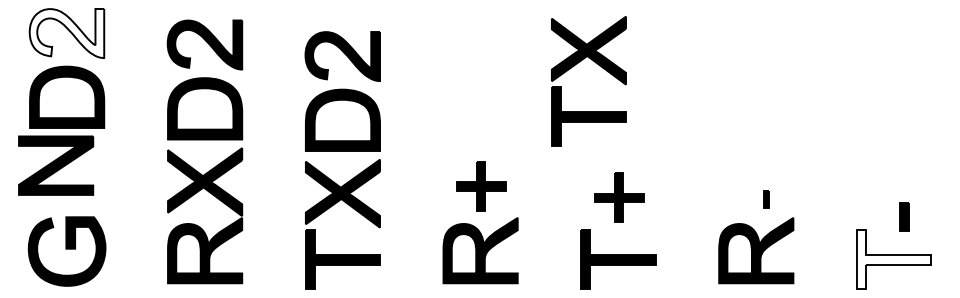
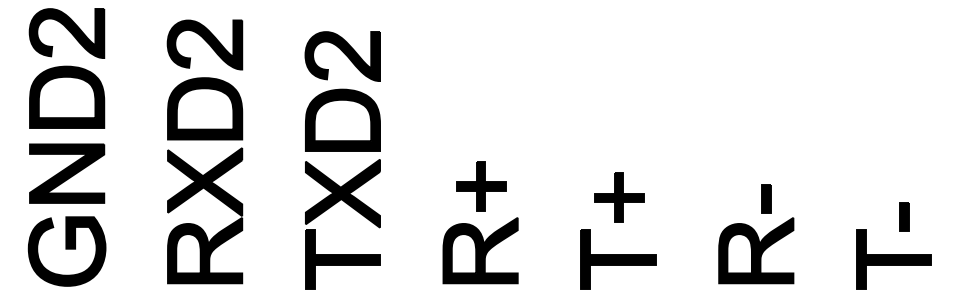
fill at (66, 33): none -> present
part at (599, 66): present -> none
part at (56, 165) position: (56, 165) -> (67, 173)
part at (766, 199) size: 7x19 px -> 11x30 px
fill at (894, 259): none -> present
